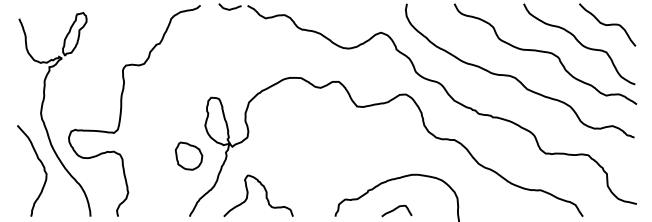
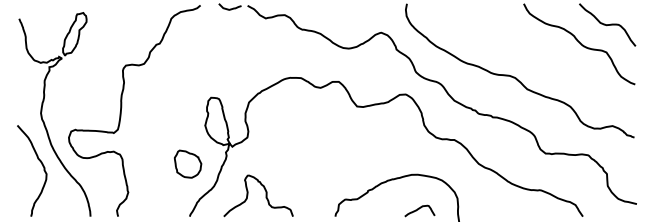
curve at (545, 52): present -> none
part at (188, 155) position: (188, 155) -> (187, 163)
curve at (396, 209) position: (396, 209) -> (419, 209)
